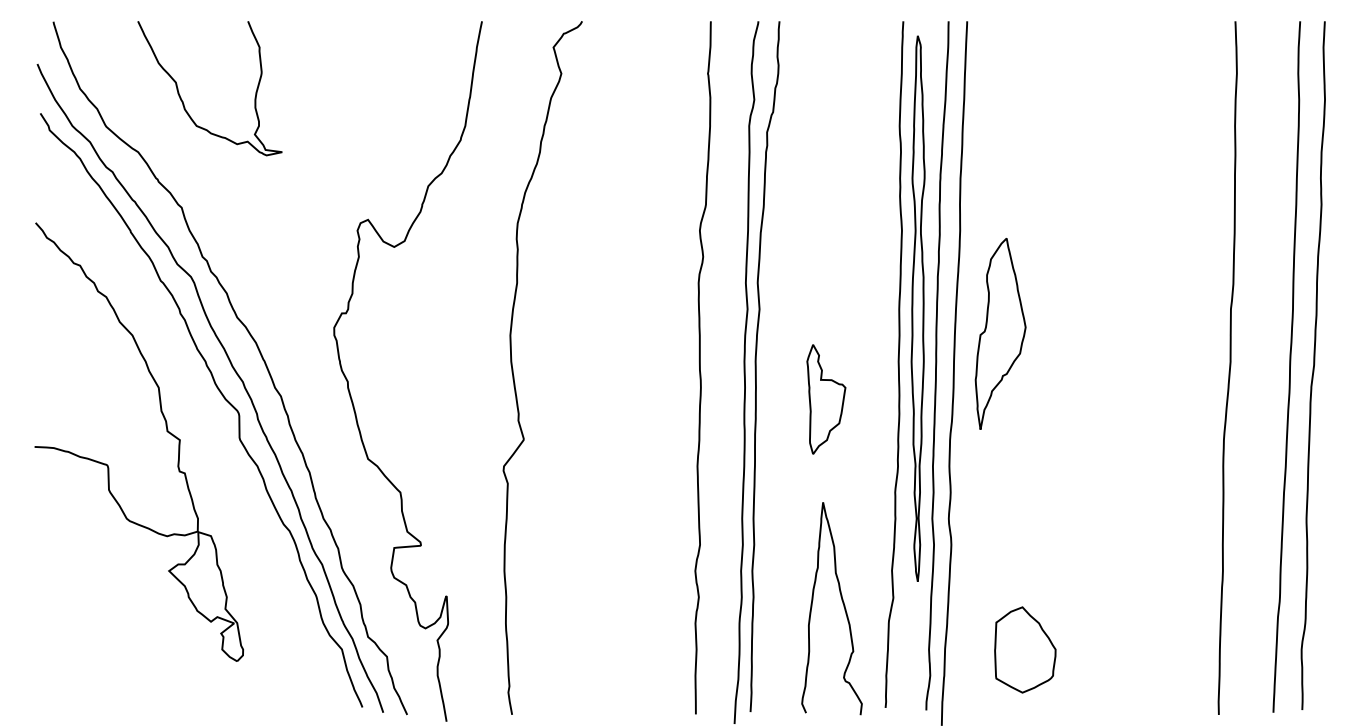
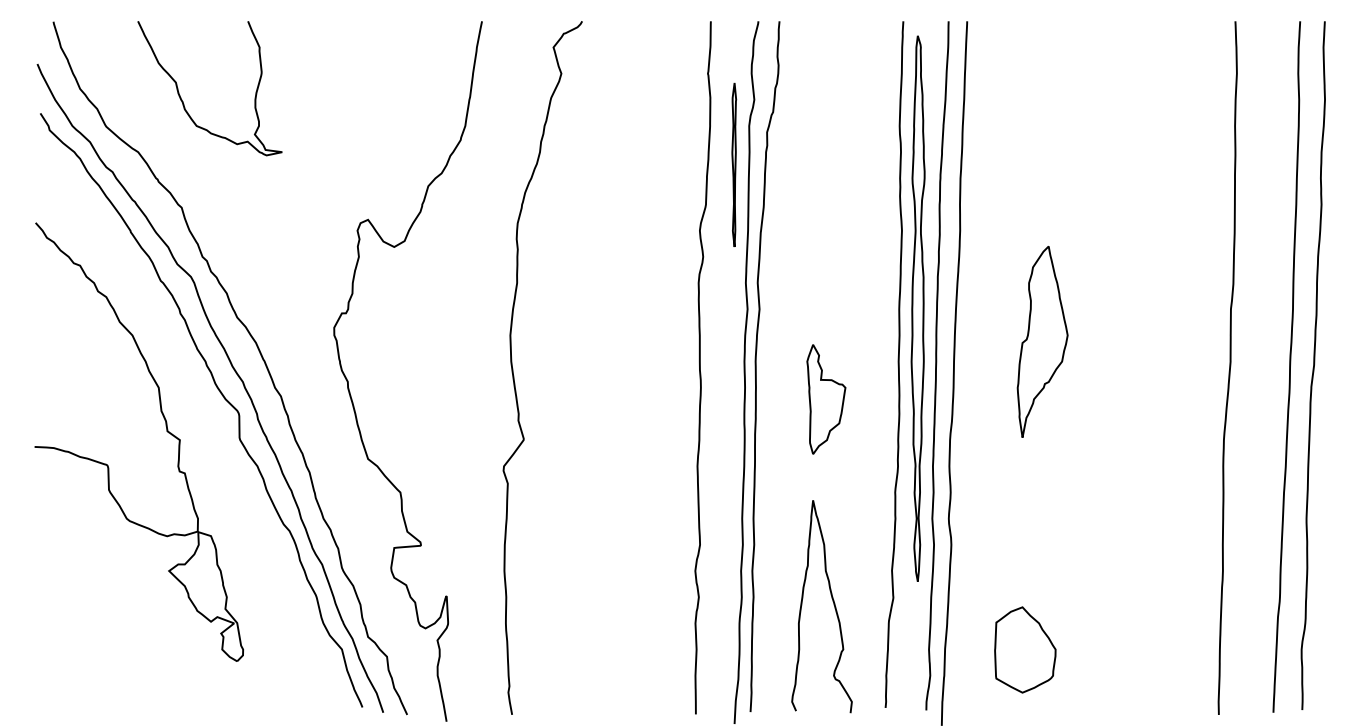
part at (734, 164): none -> present
part at (1000, 333) position: (1000, 333) -> (1042, 341)
curve at (843, 607) position: (843, 607) -> (833, 605)
